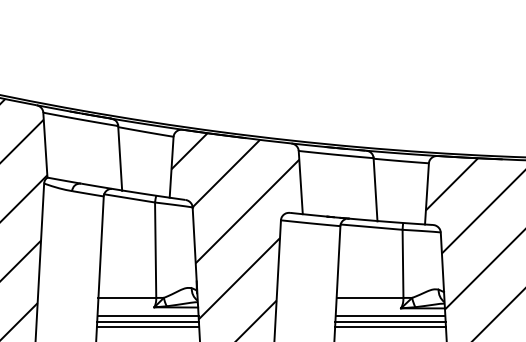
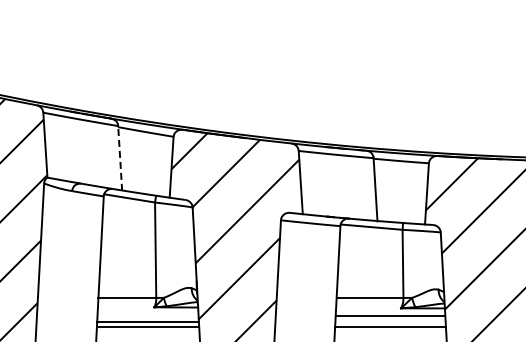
line at (120, 158): solid -> dashed
line at (147, 316): present -> none
line at (390, 322): present -> none
